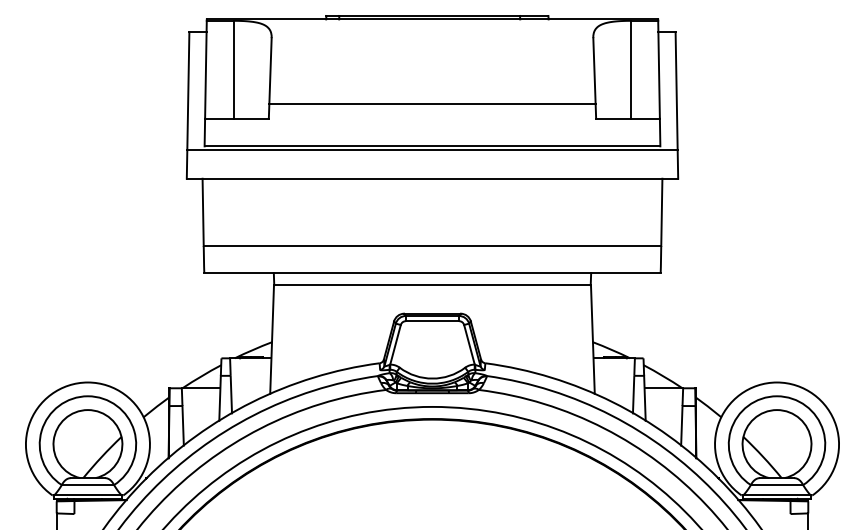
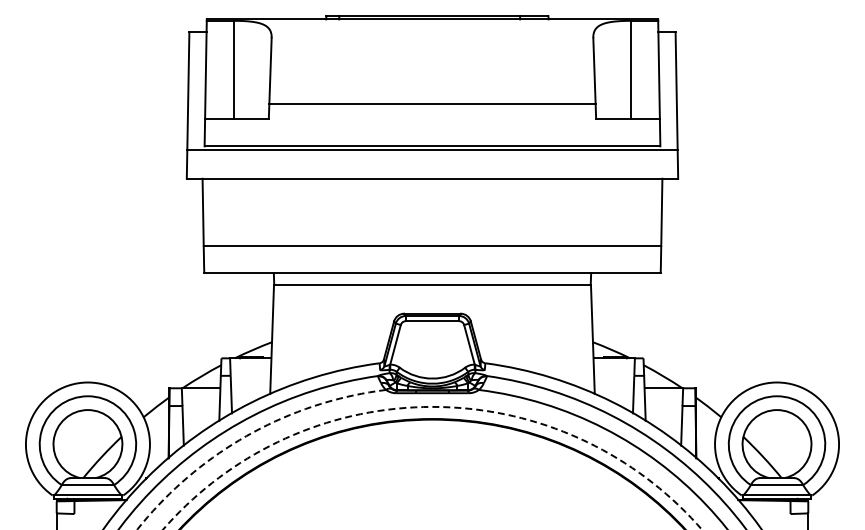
arc at (247, 435): solid -> dashed
circle at (432, 467): solid -> dashed
